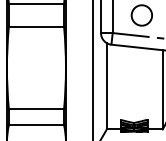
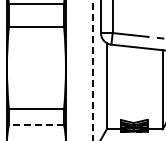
circle at (141, 15): present -> none
line at (93, 69): solid -> dashed
line at (36, 125): solid -> dashed
